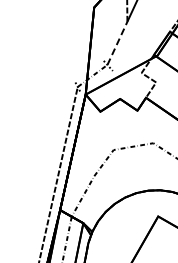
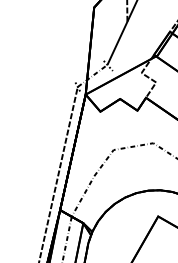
line at (117, 43): dashed -> solid
